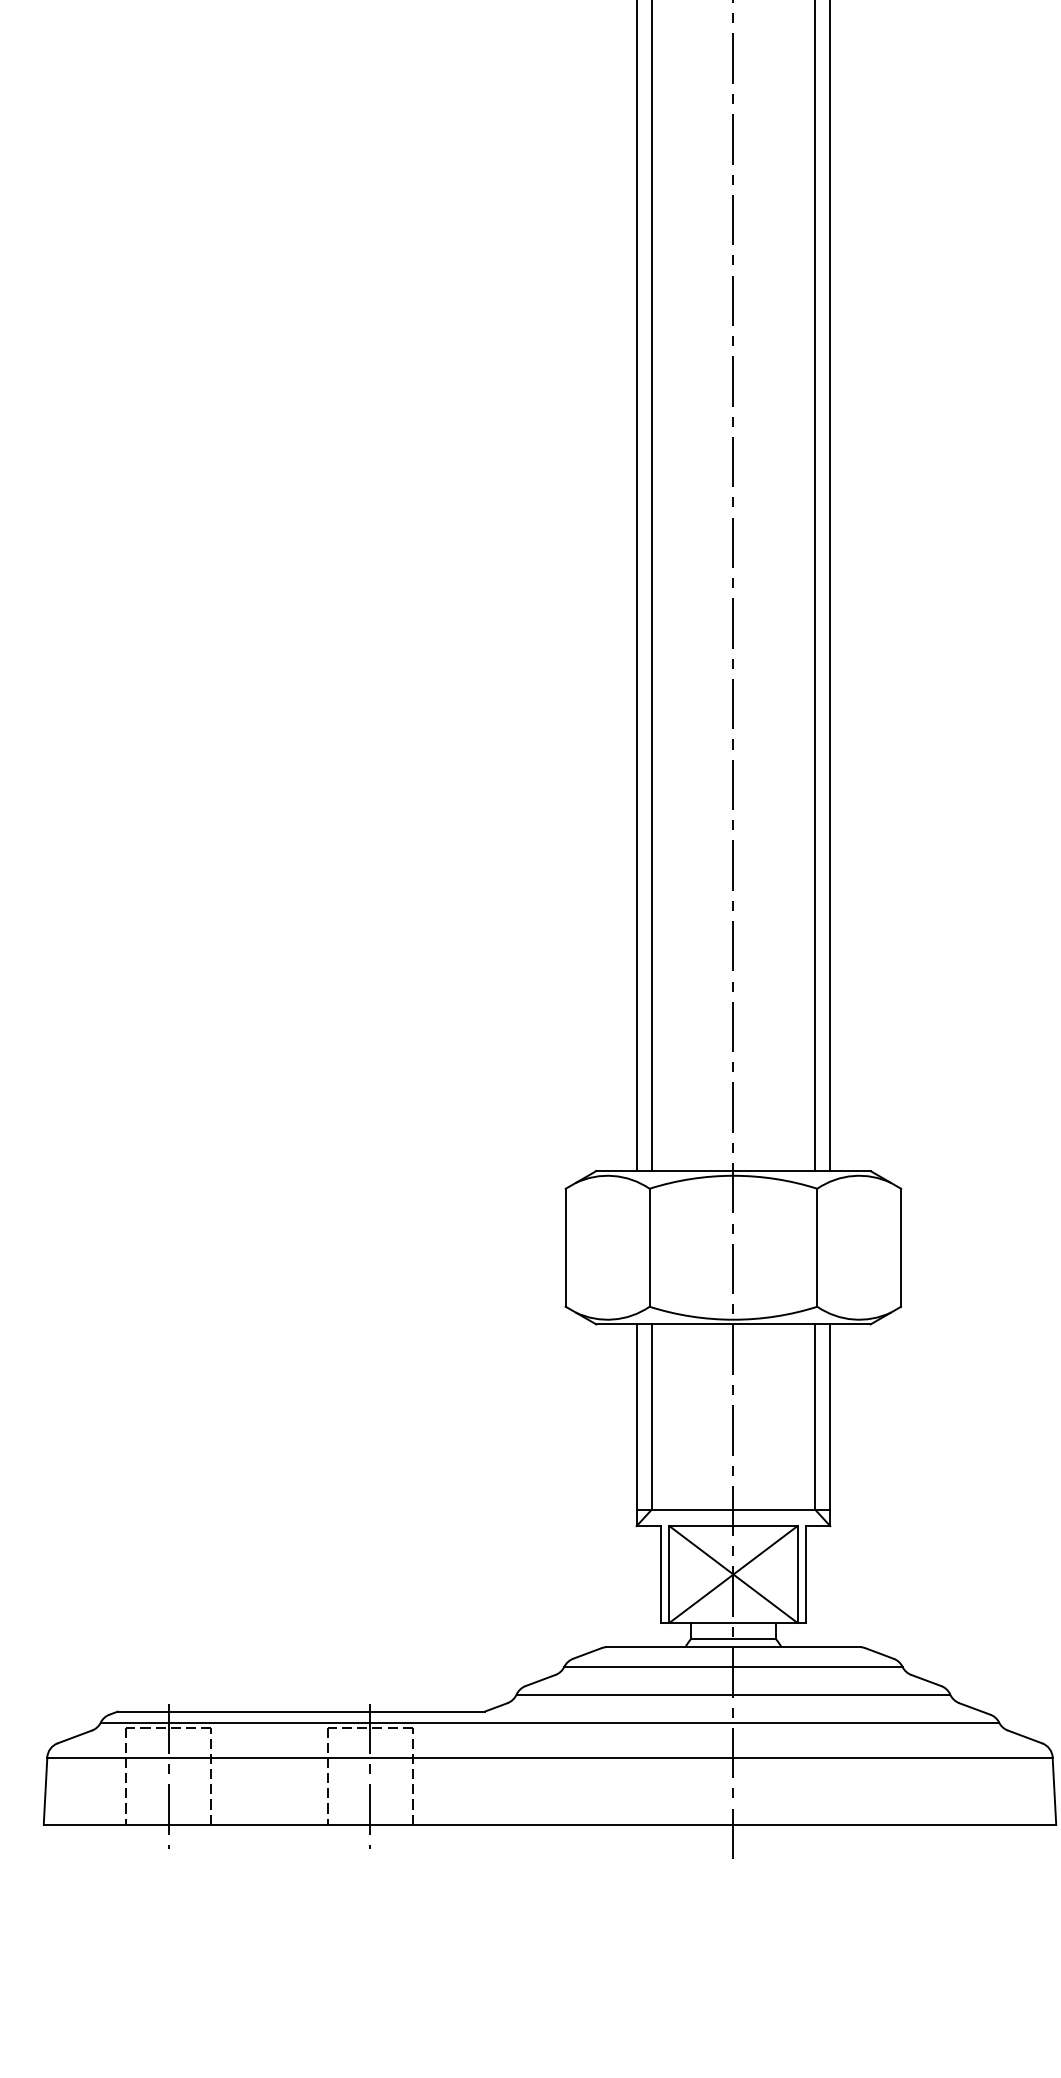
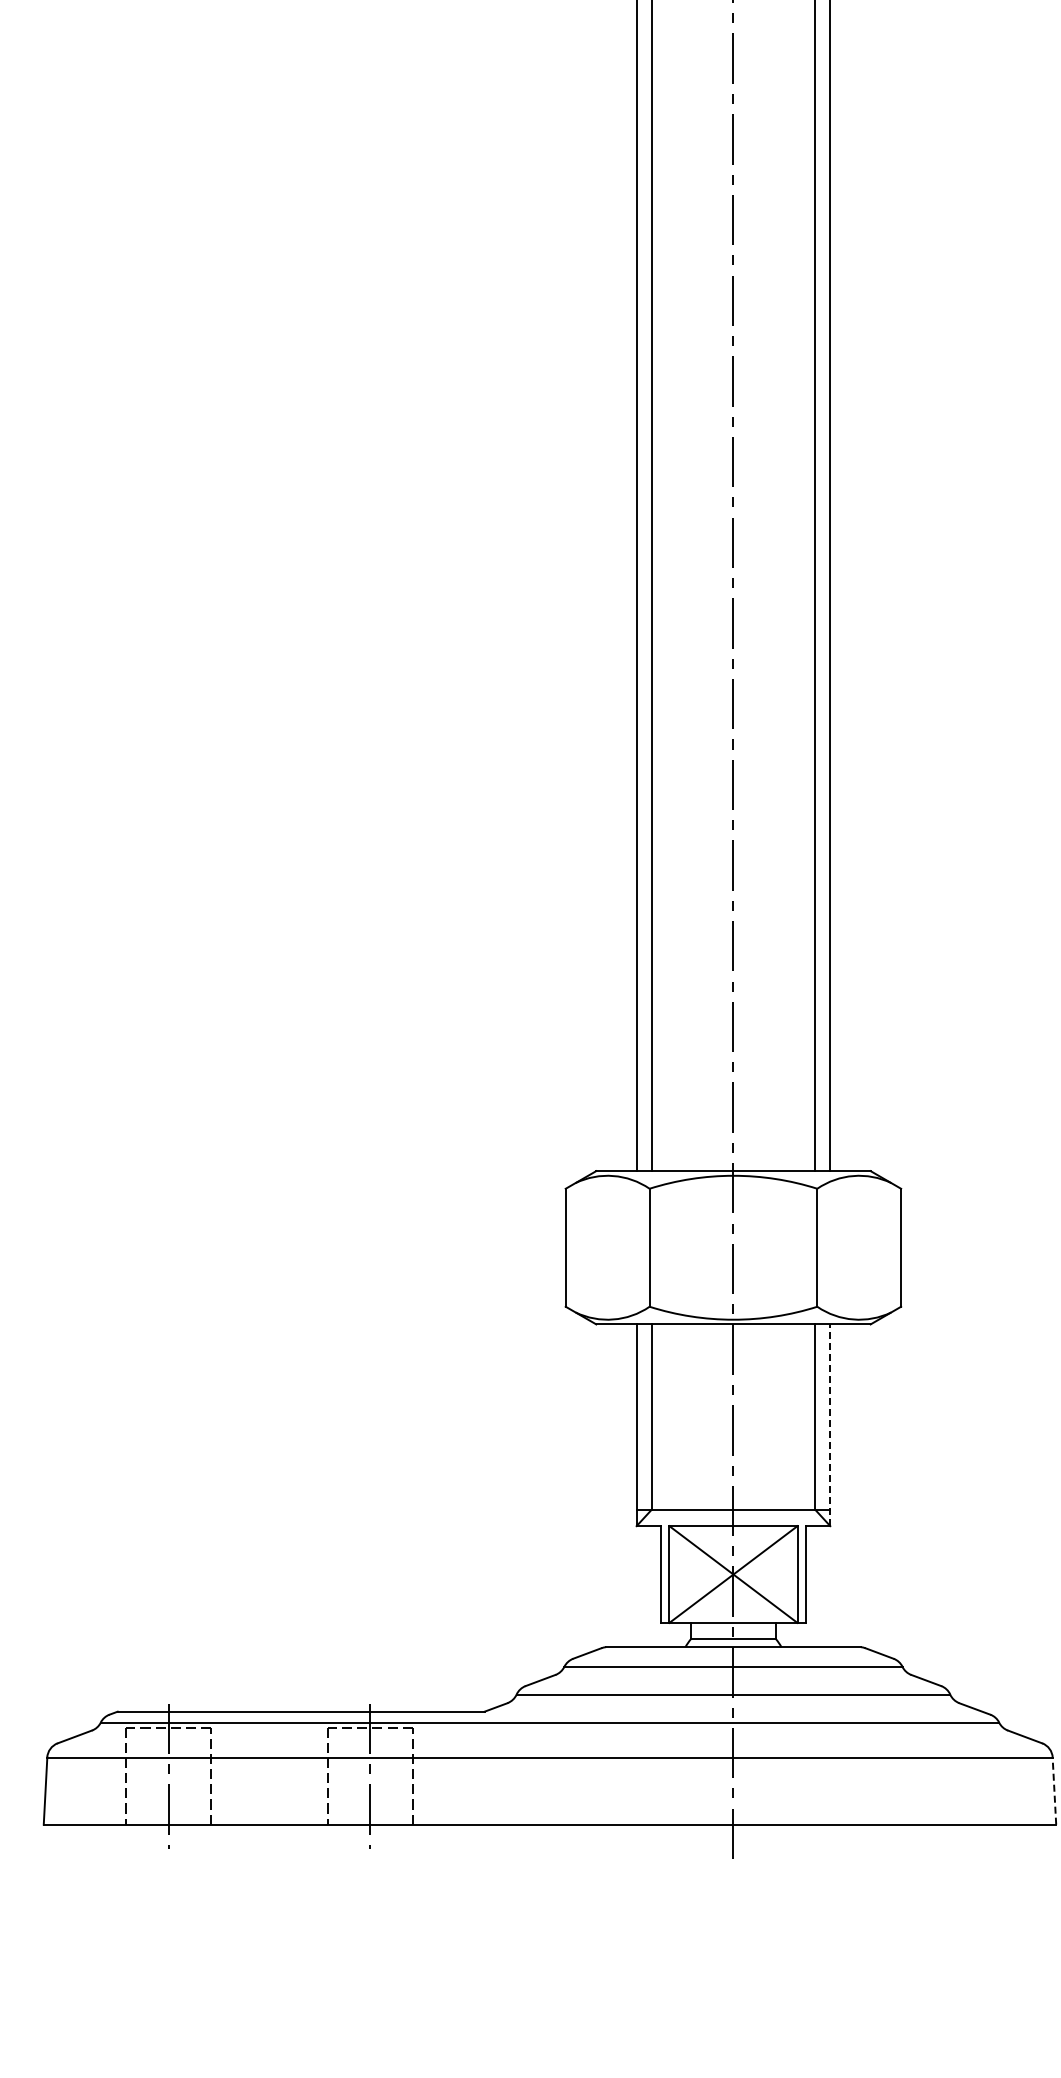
line at (830, 1425): solid -> dashed
line at (1054, 1791): solid -> dashed
